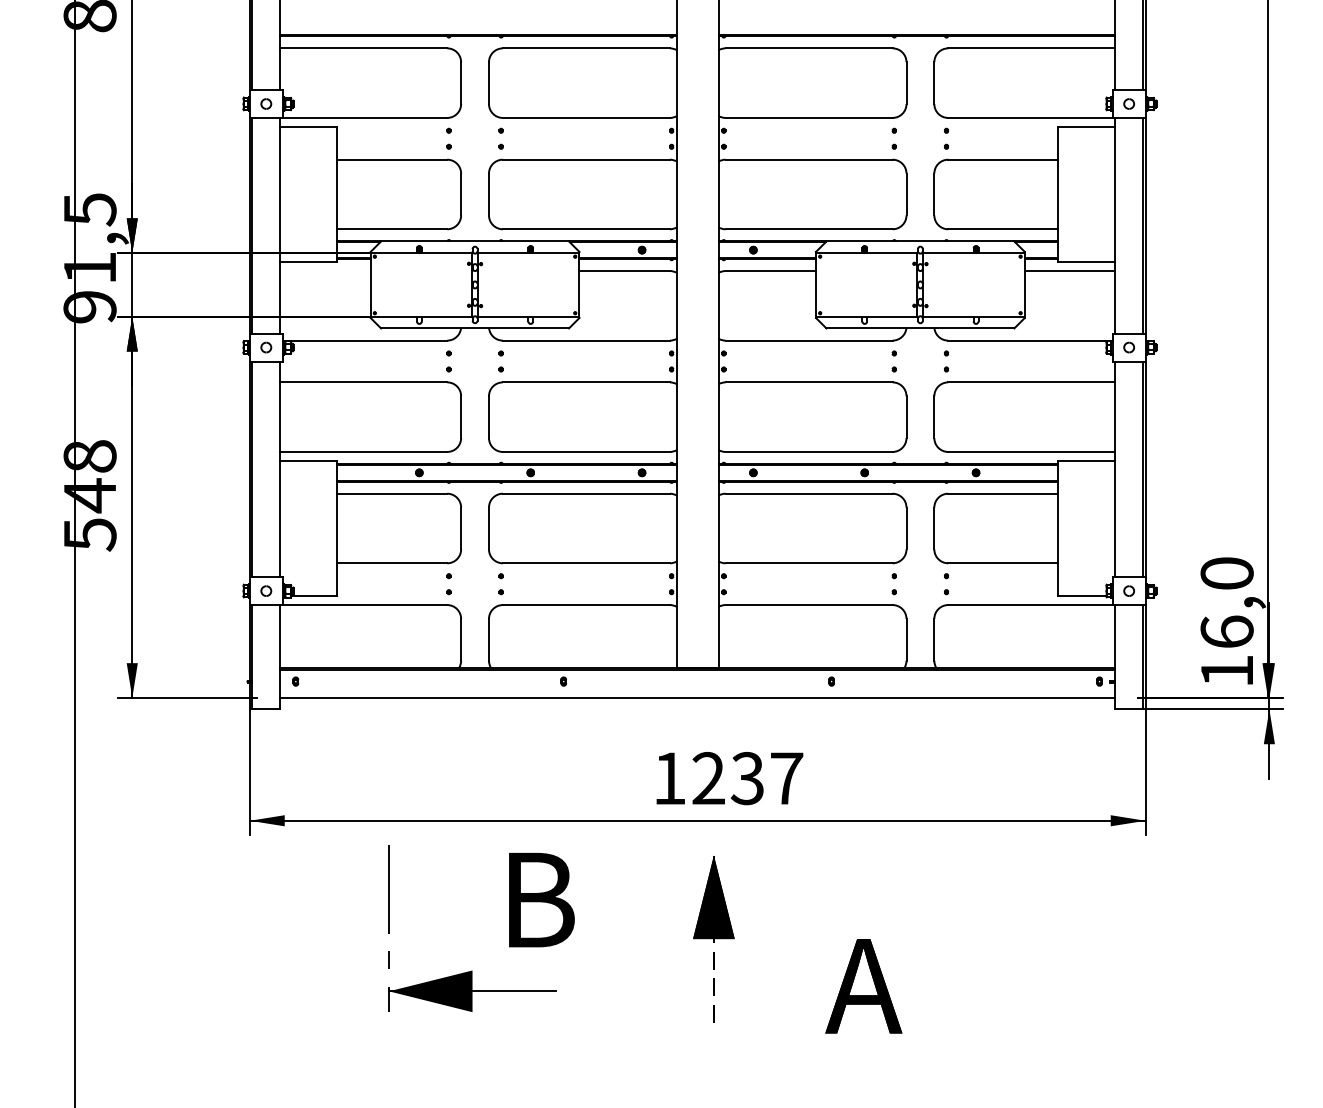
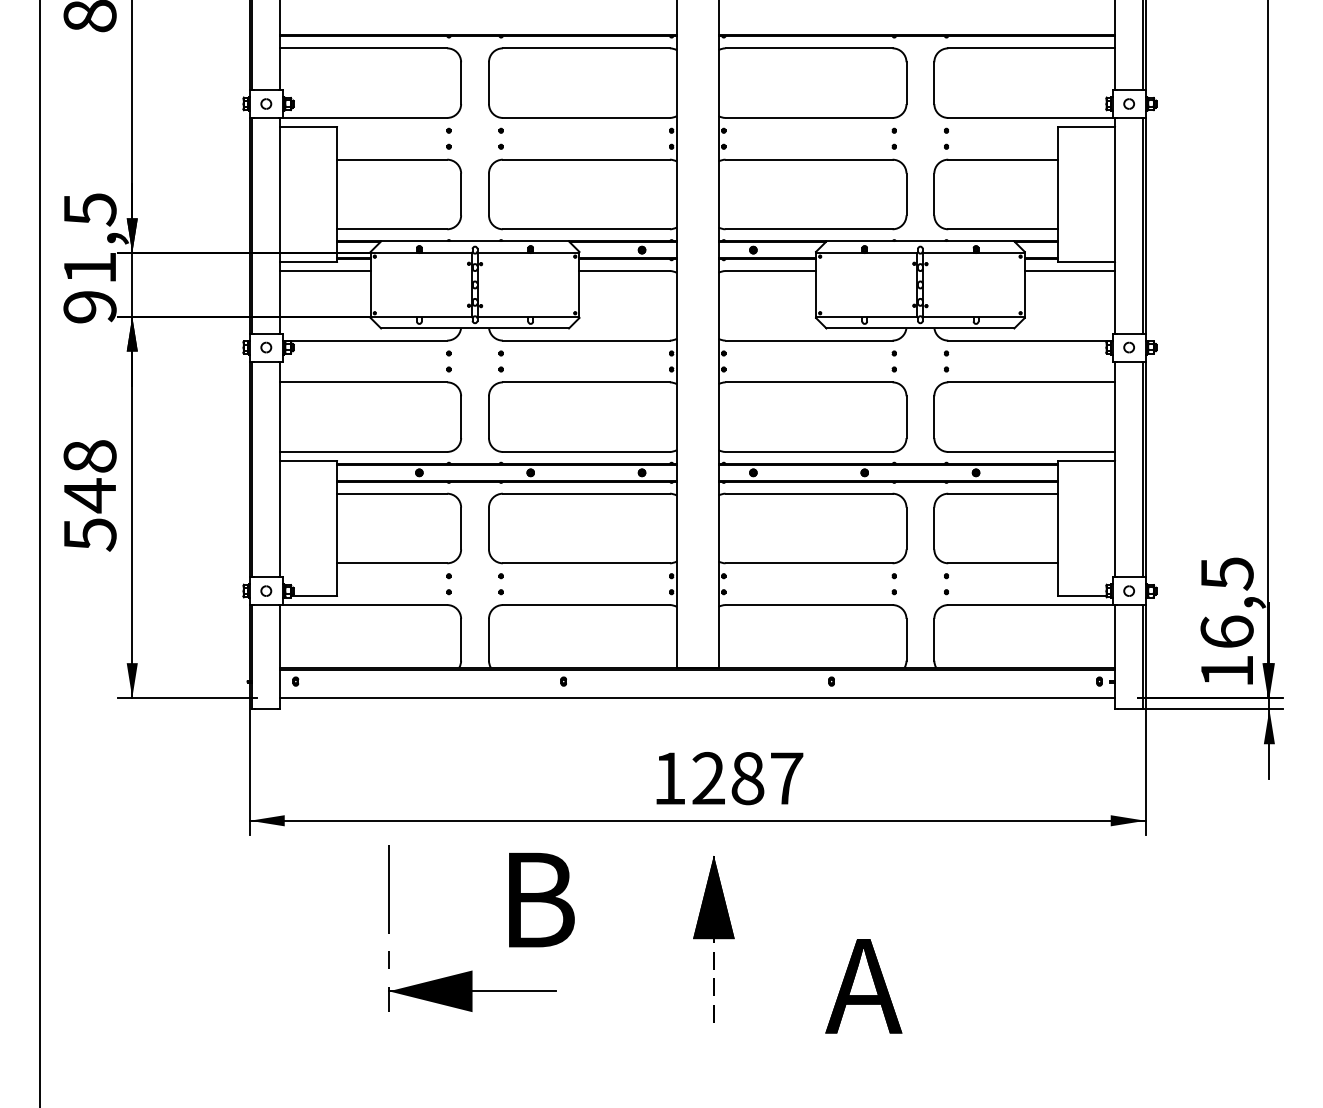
line at (325, 271): none -> present
line at (74, 553) position: (74, 553) -> (39, 553)
text at (1226, 573): 16,0 -> 16,5
text at (747, 778): 1237 -> 1287
